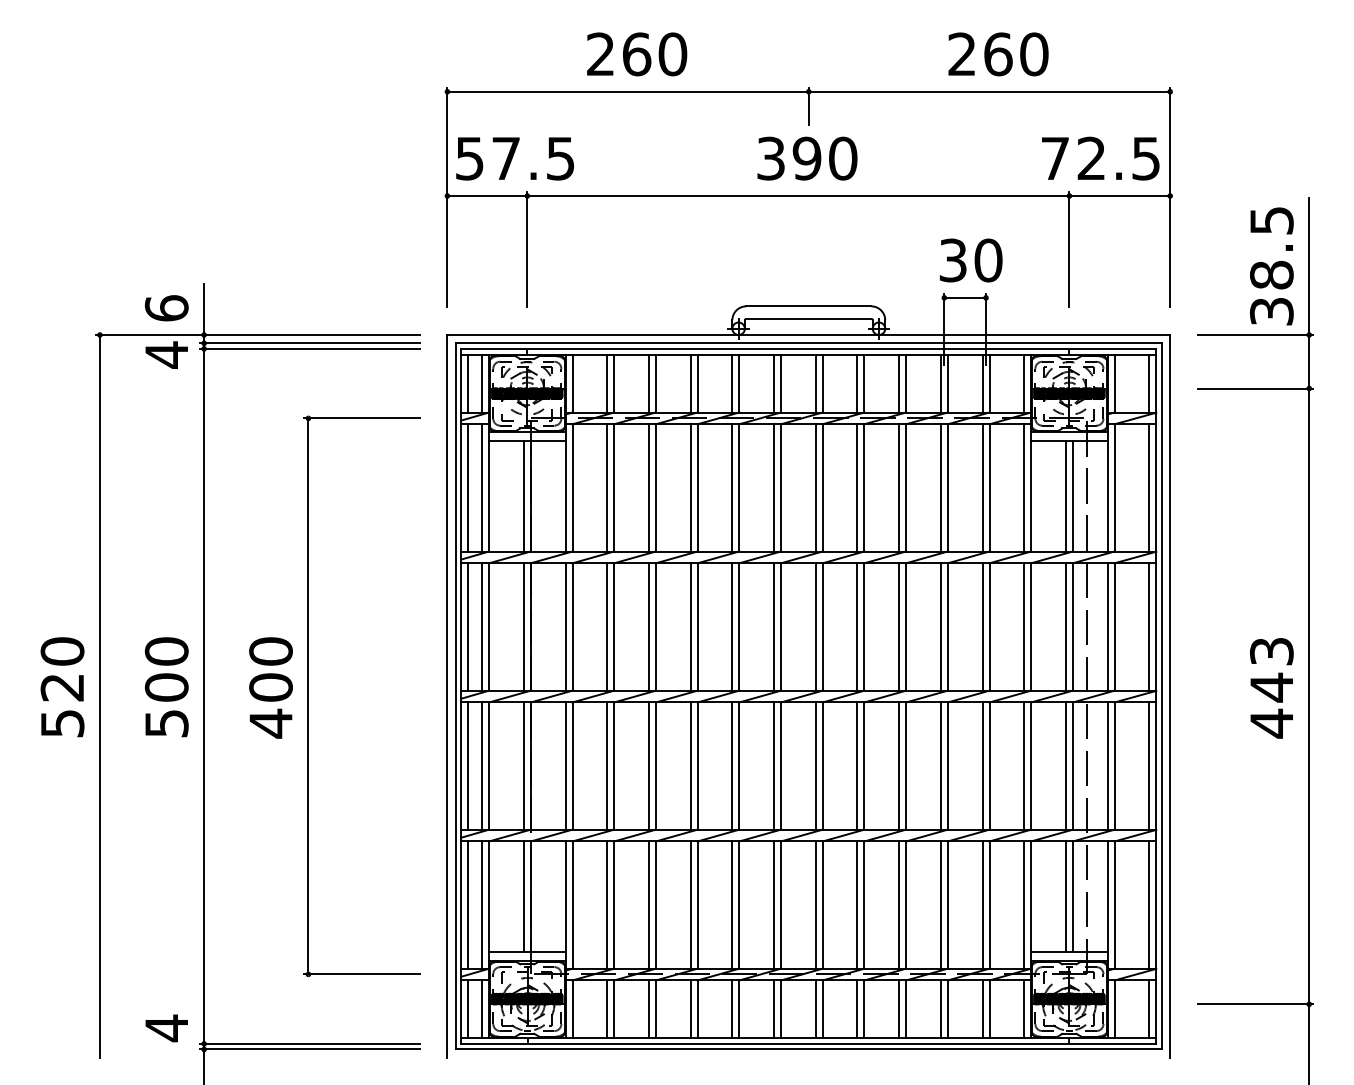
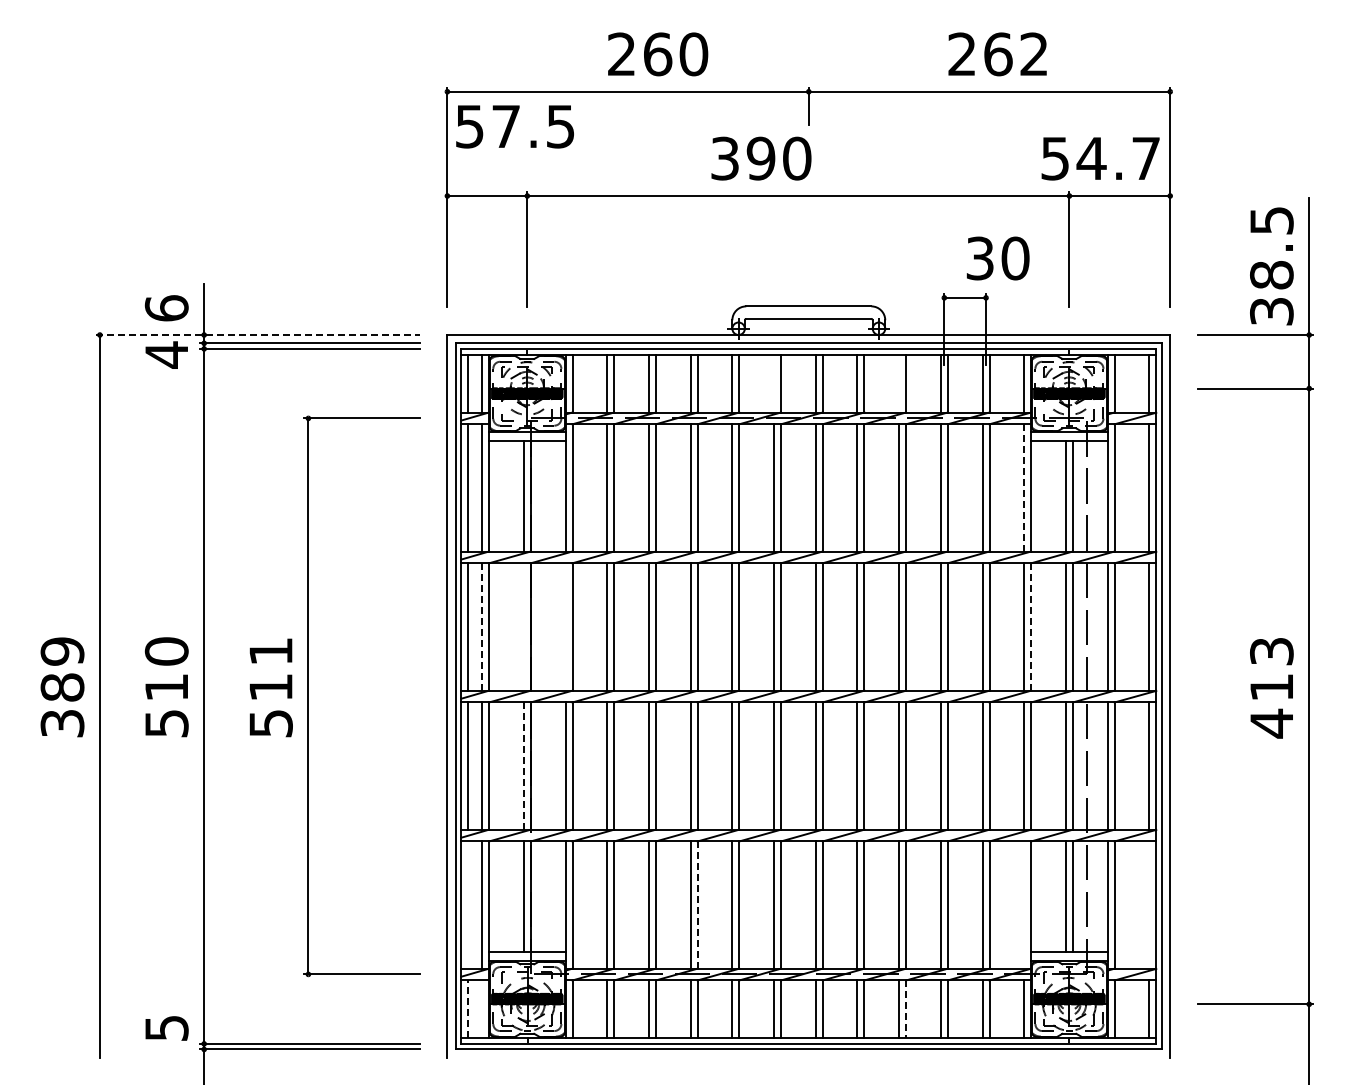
text at (637, 54) position: (637, 54) -> (658, 54)
text at (1034, 54): 260 -> 262
text at (514, 158) position: (514, 158) -> (514, 126)
text at (807, 158) position: (807, 158) -> (761, 158)
text at (1100, 158): 72.5 -> 54.7
text at (970, 260) position: (970, 260) -> (997, 258)
line at (257, 335): solid -> dashed
line at (774, 383): present -> none
line at (899, 383): present -> none
line at (1024, 487): solid -> dashed
line at (482, 626): solid -> dashed
line at (523, 626): present -> none
line at (565, 626): present -> none
line at (1031, 626): solid -> dashed
text at (62, 686): 520 -> 389
text at (166, 687): 500 -> 510
text at (270, 687): 400 -> 511
text at (1271, 687): 443 -> 413
line at (523, 766): solid -> dashed
line at (468, 904): present -> none
line at (1024, 904): present -> none
line at (1149, 904): present -> none
line at (697, 905): solid -> dashed
line at (482, 1008): present -> none
line at (468, 1009): solid -> dashed
line at (906, 1009): solid -> dashed
text at (166, 1028): 4 -> 5
